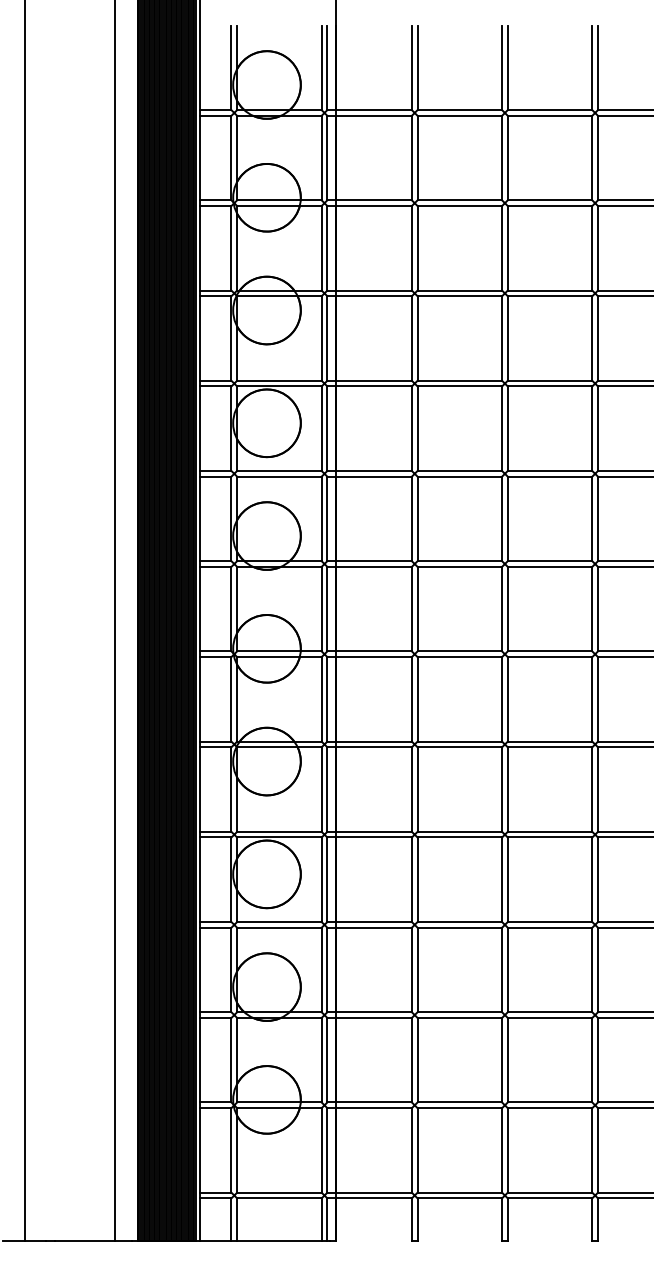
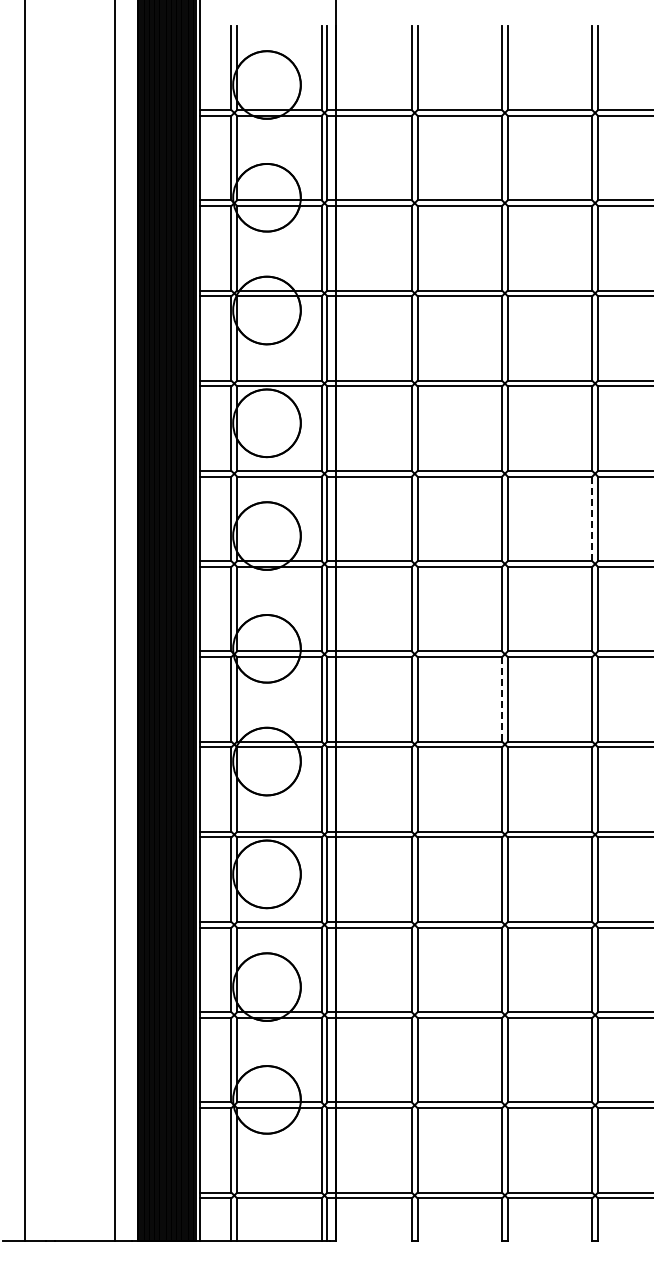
line at (592, 519): solid -> dashed
line at (502, 699): solid -> dashed
